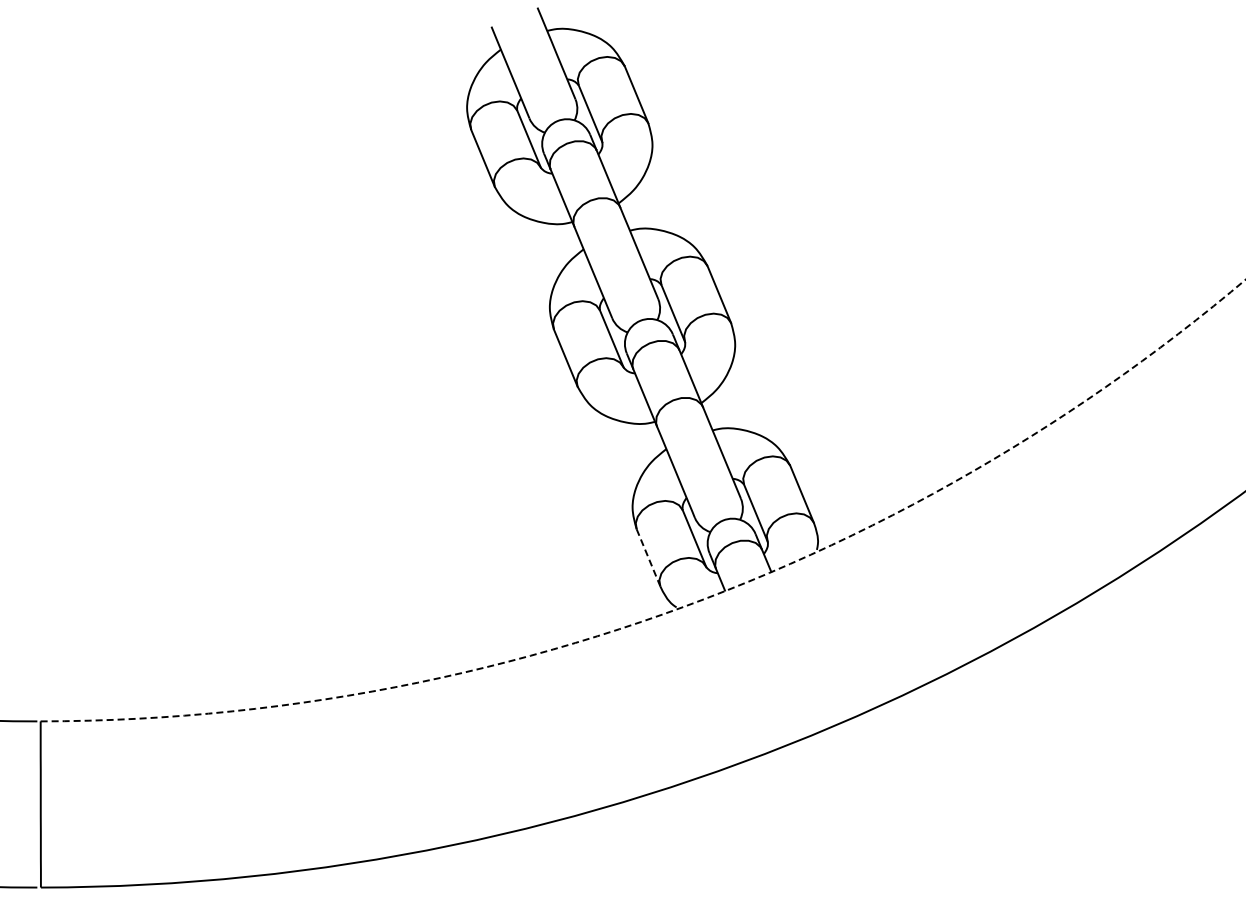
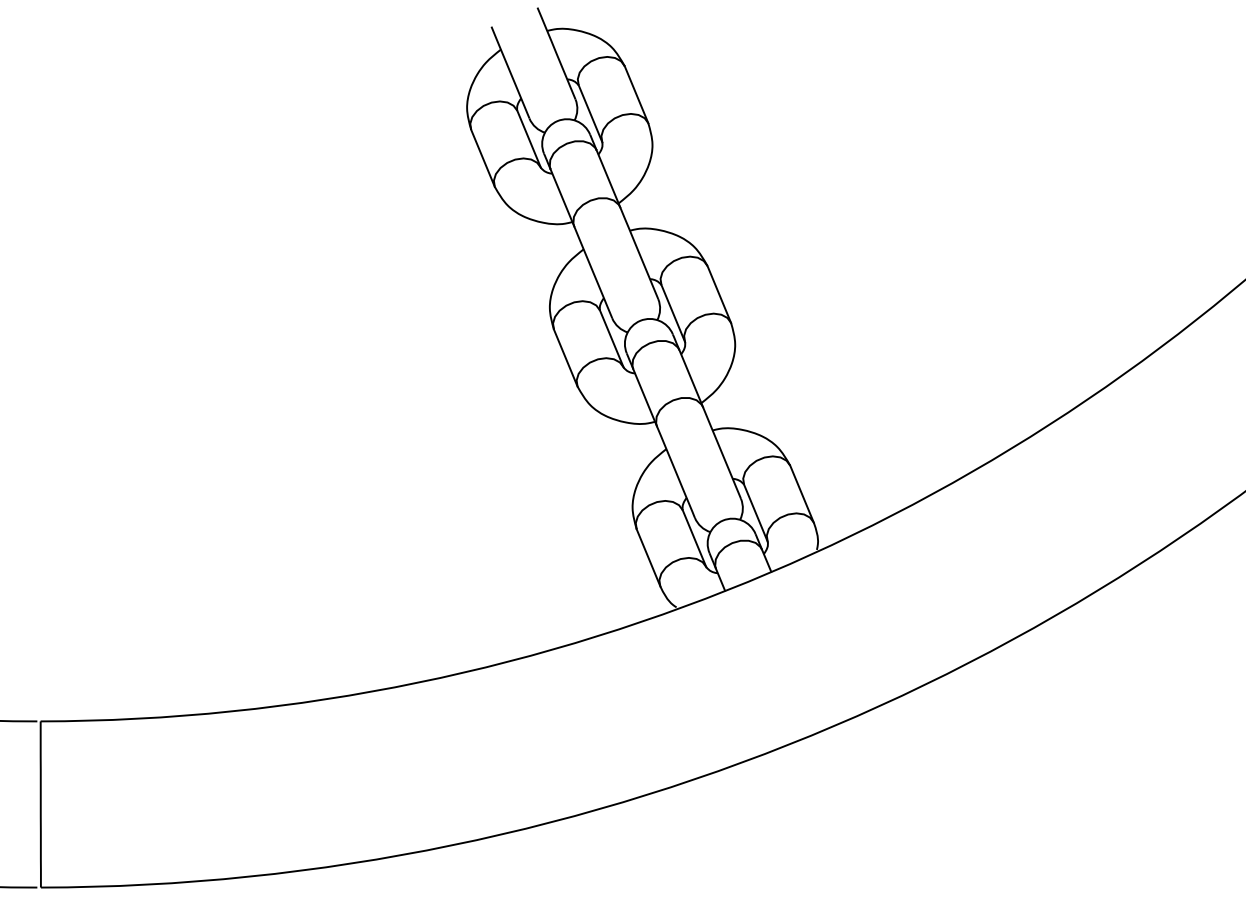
line at (648, 557): dashed -> solid
arc at (681, 607): dashed -> solid
